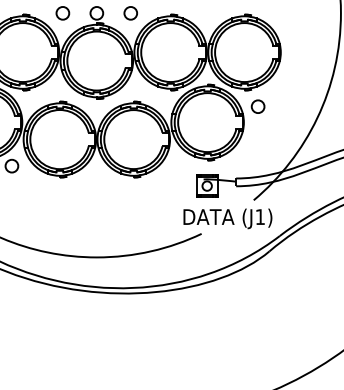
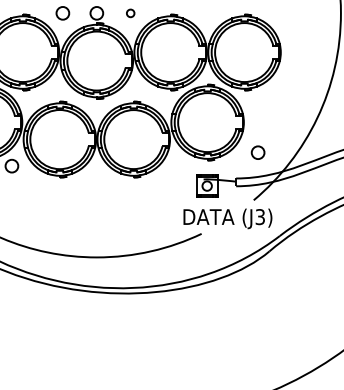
circle at (130, 13) size: 15x15 px -> 10x11 px
circle at (257, 106) position: (257, 106) -> (257, 152)
text at (259, 217): (J1) -> (J3)
